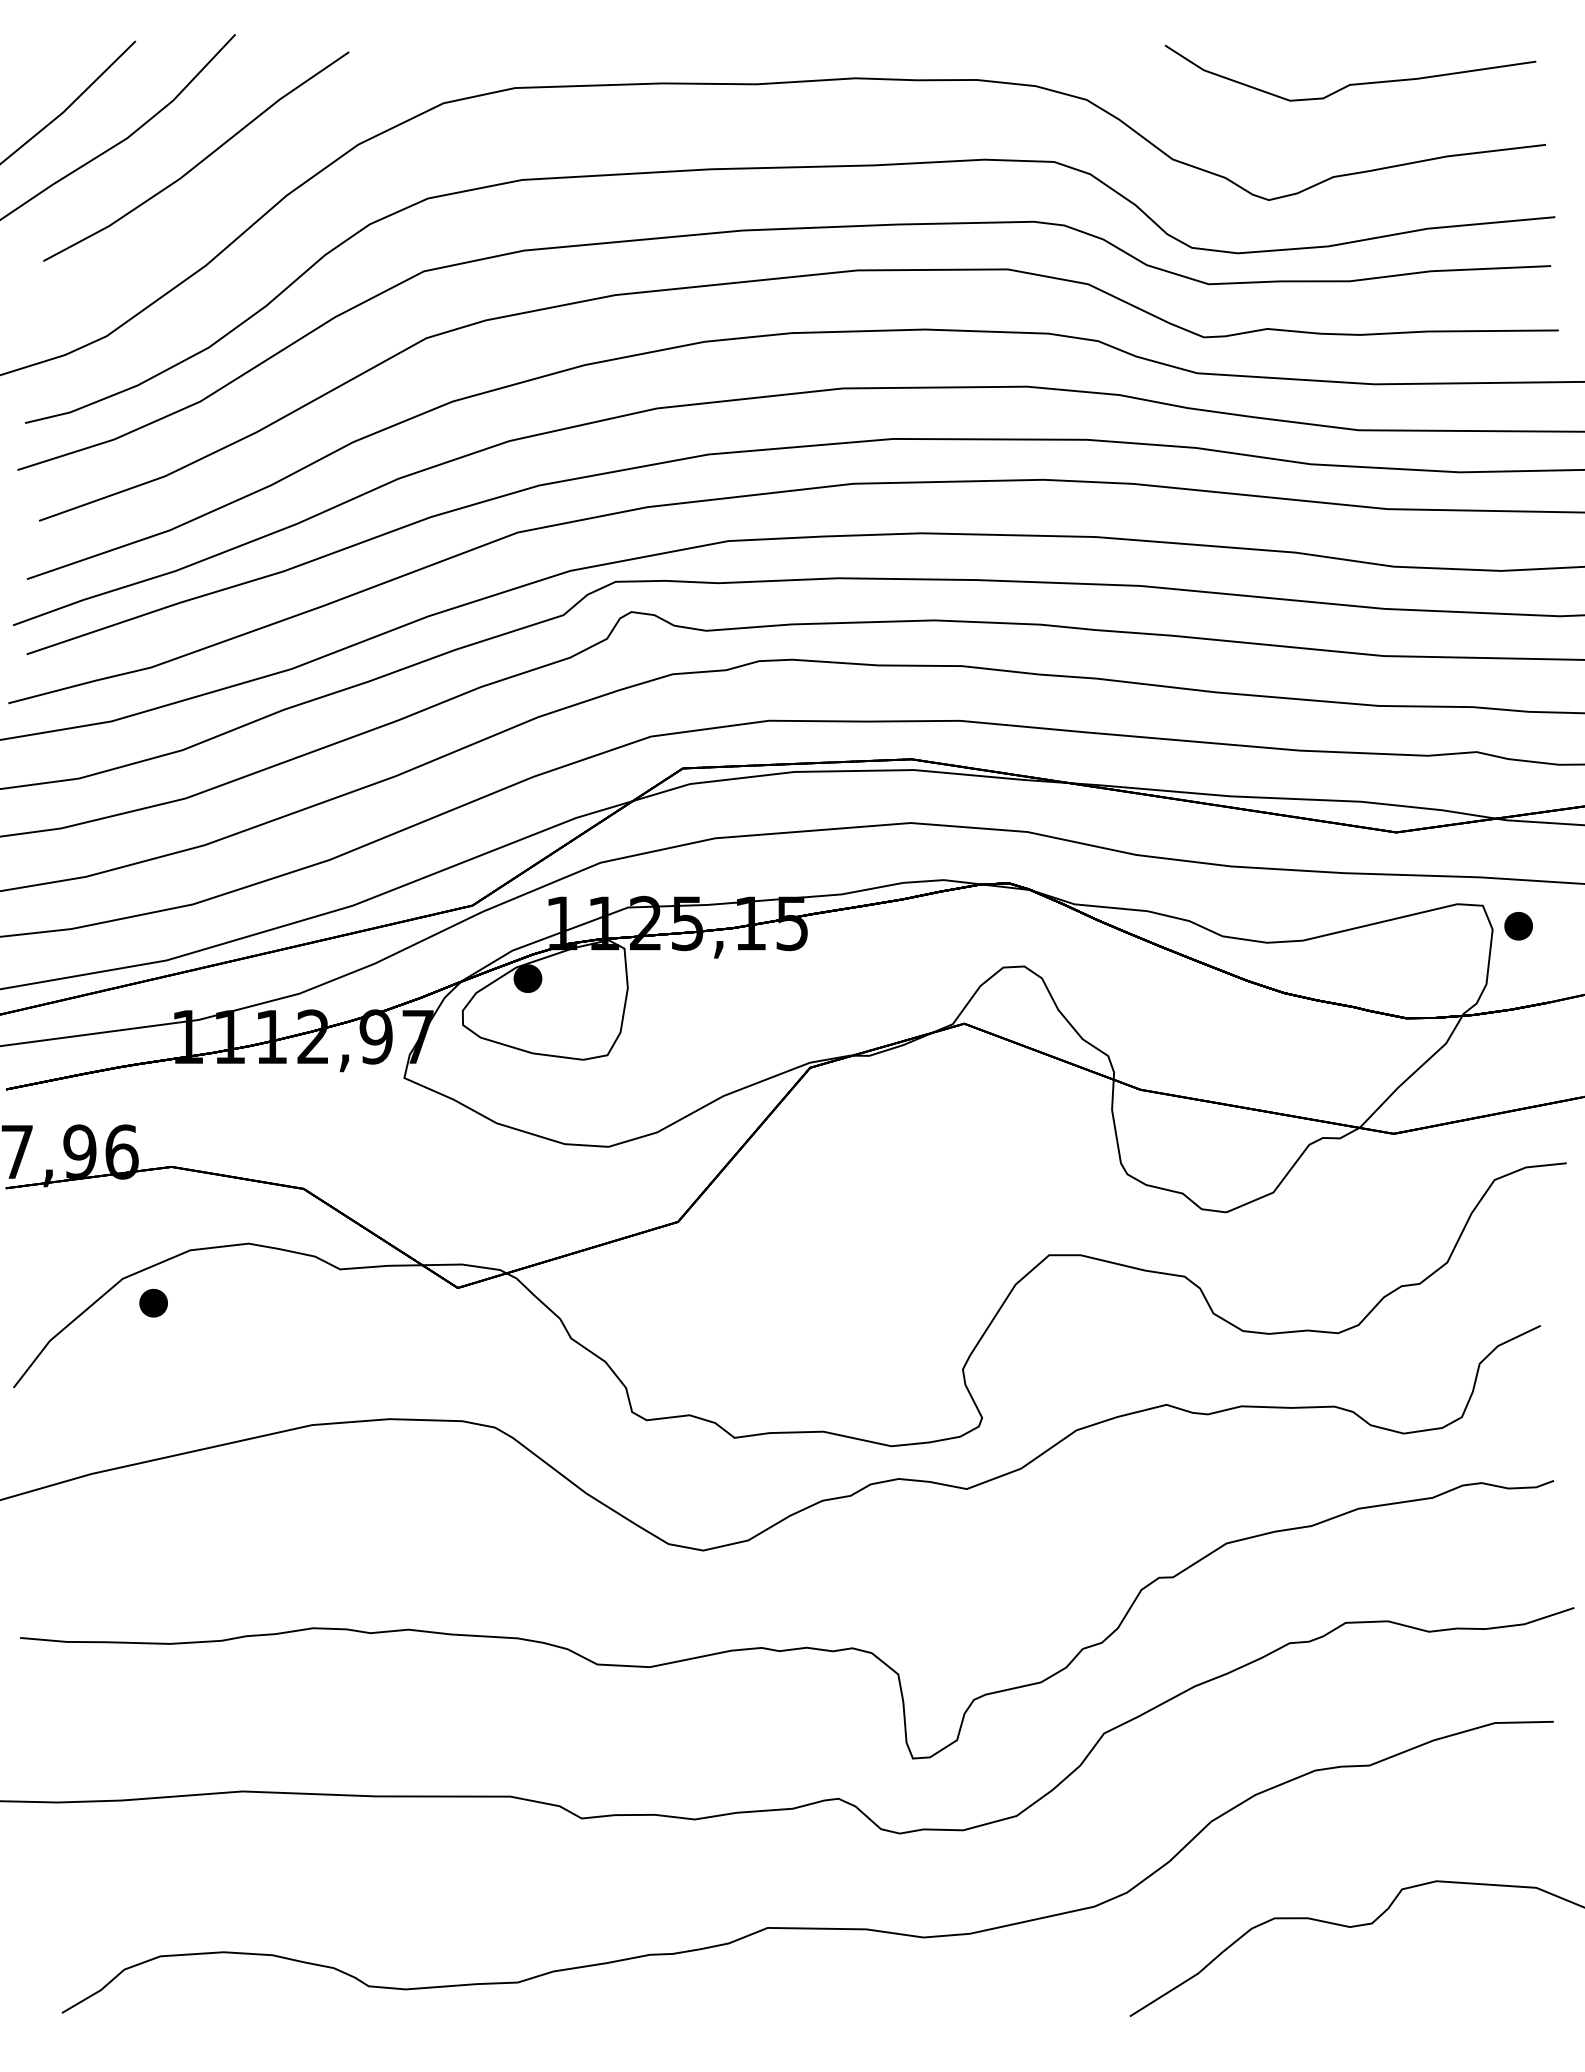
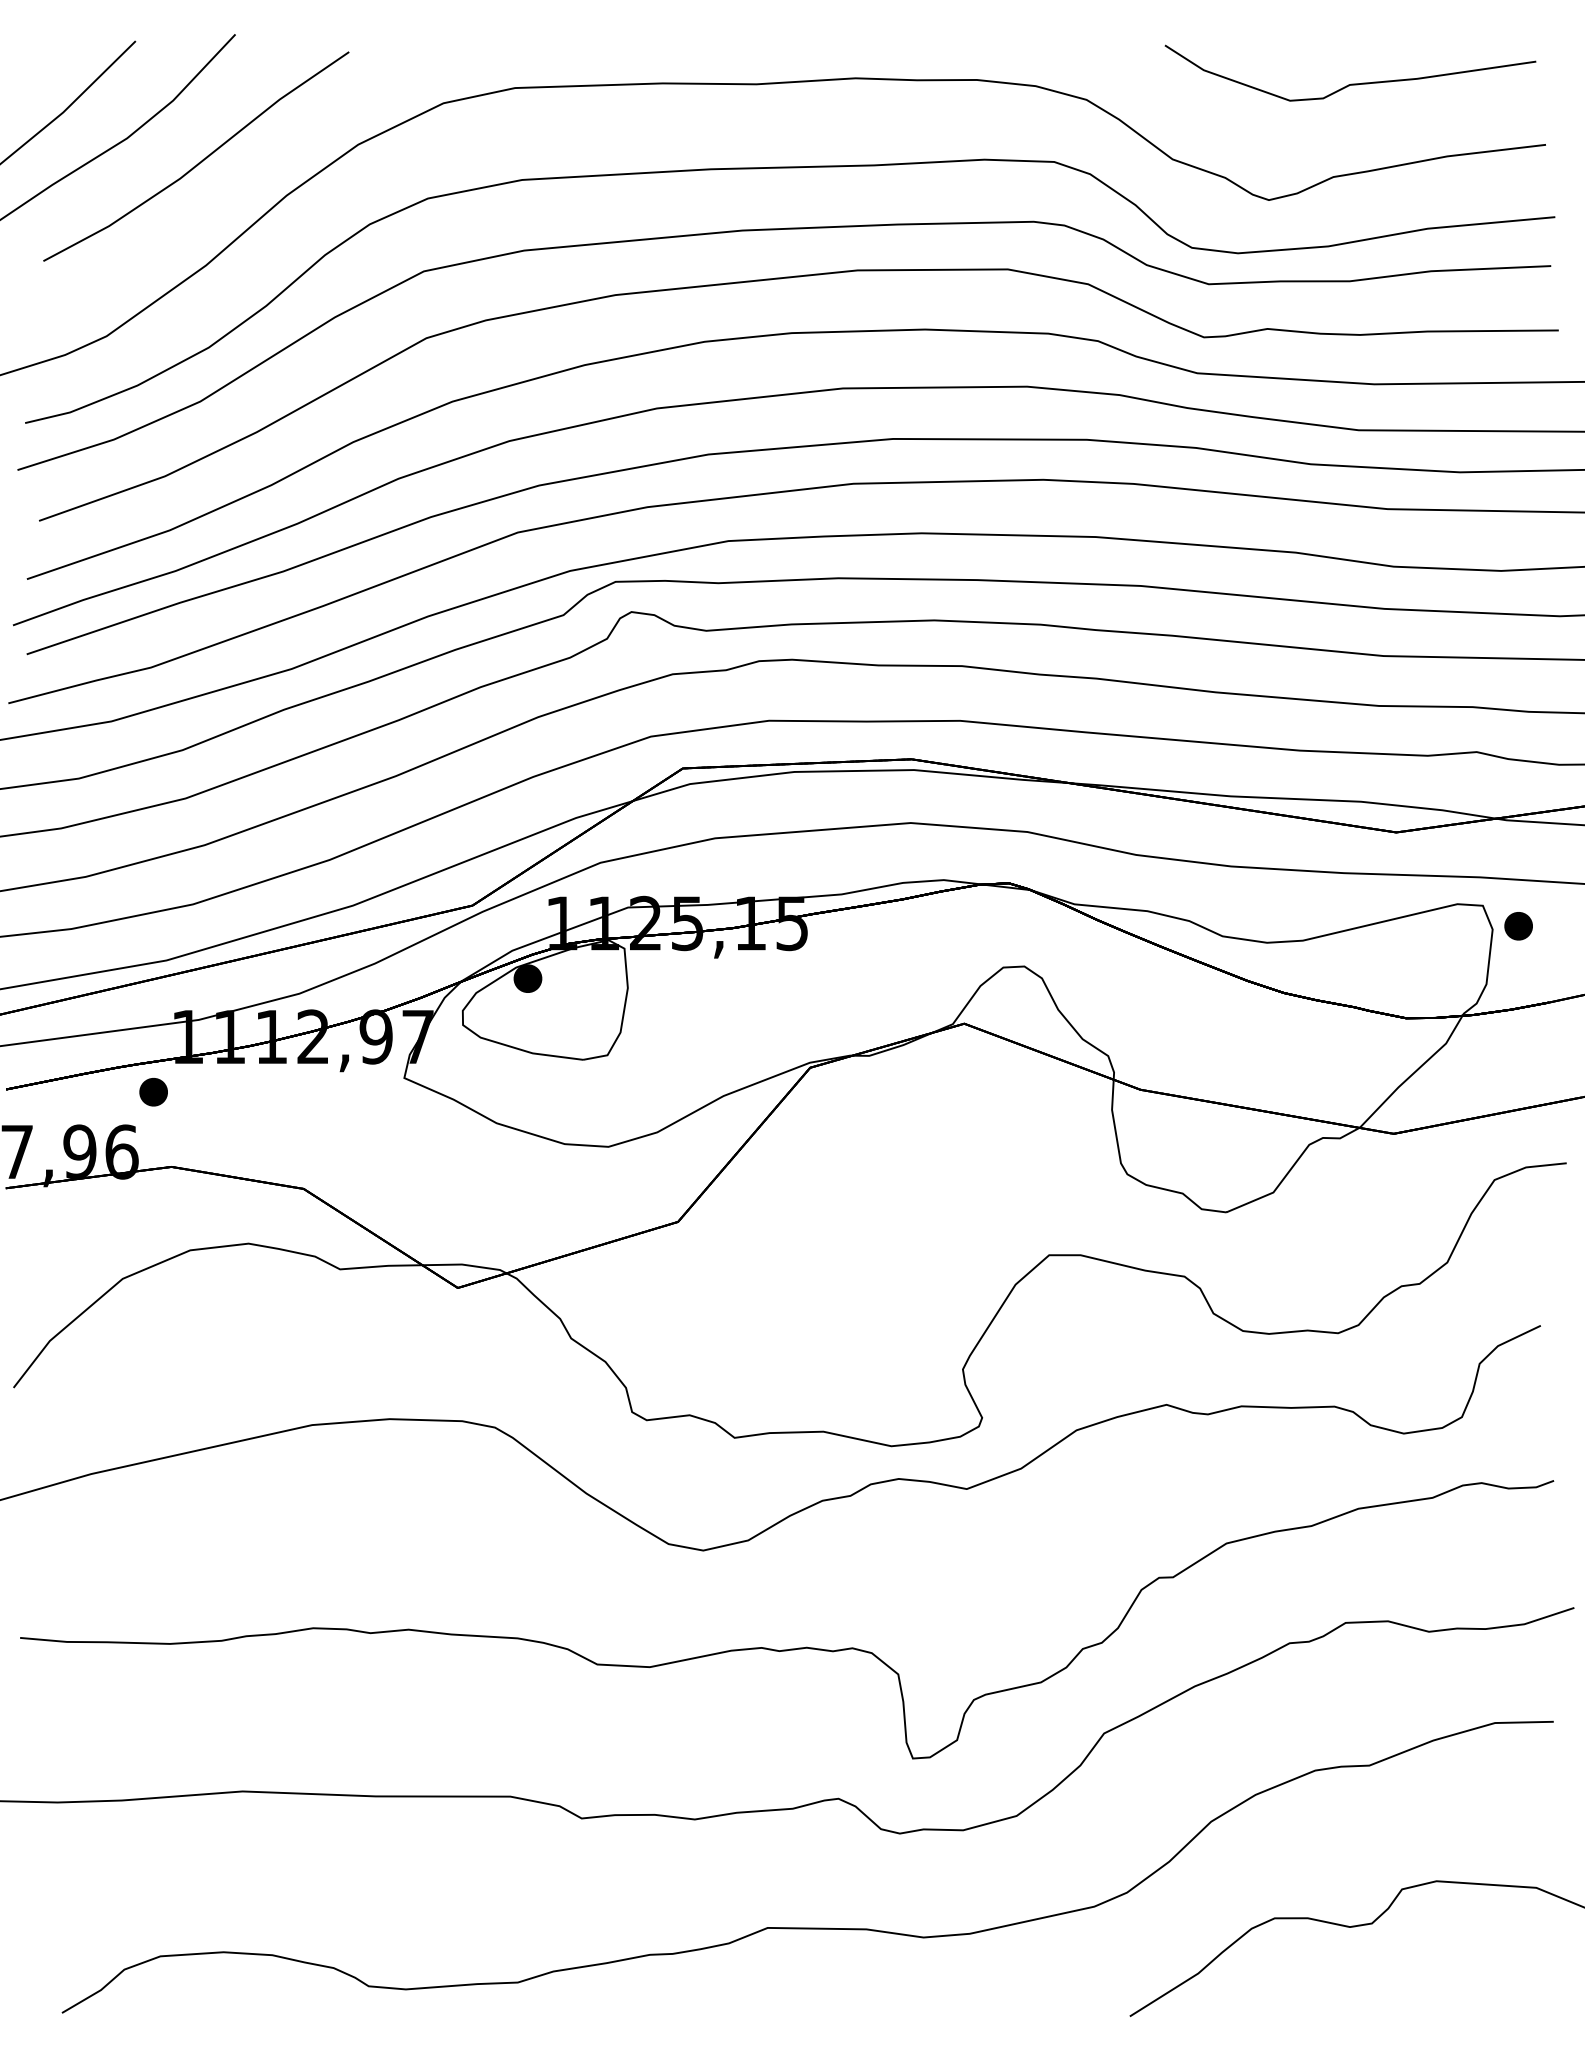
part at (153, 1303) position: (153, 1303) -> (153, 1092)
